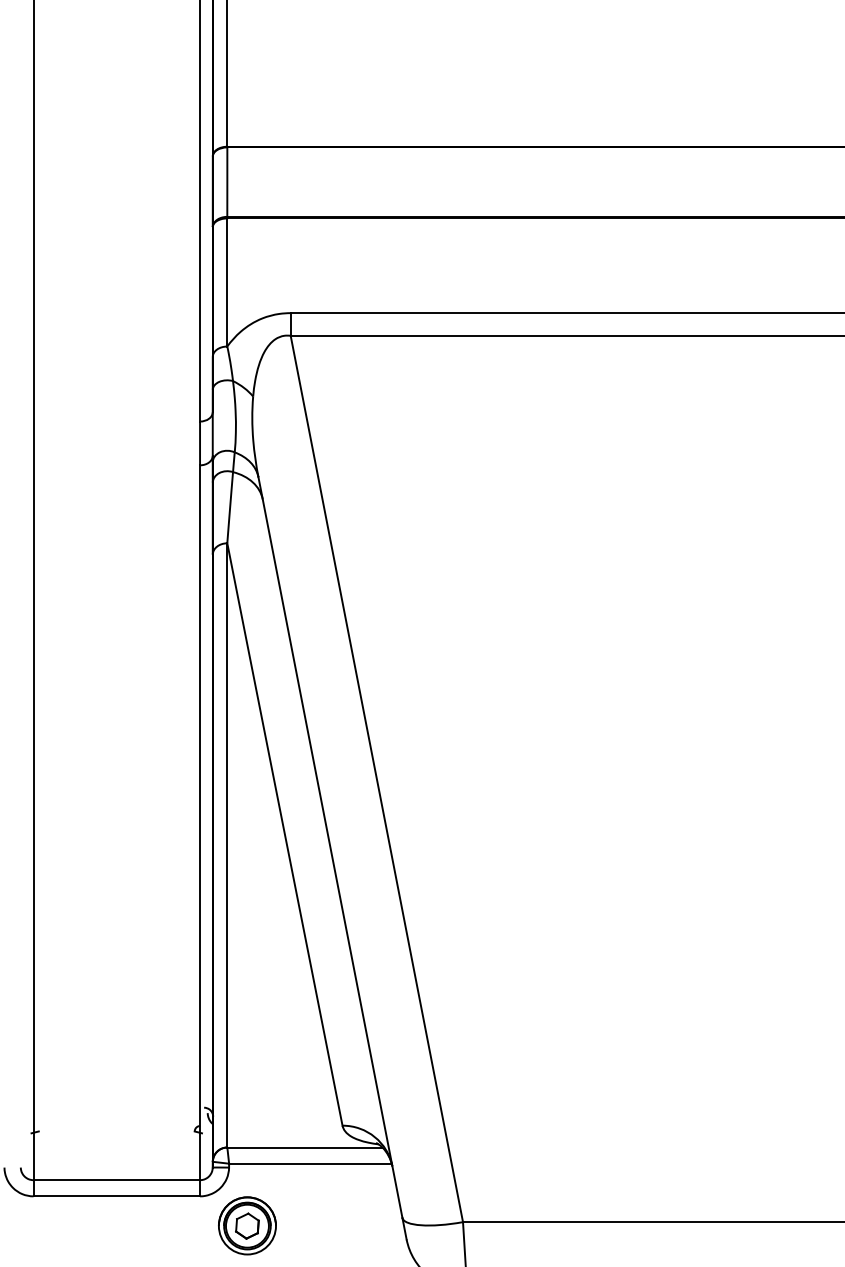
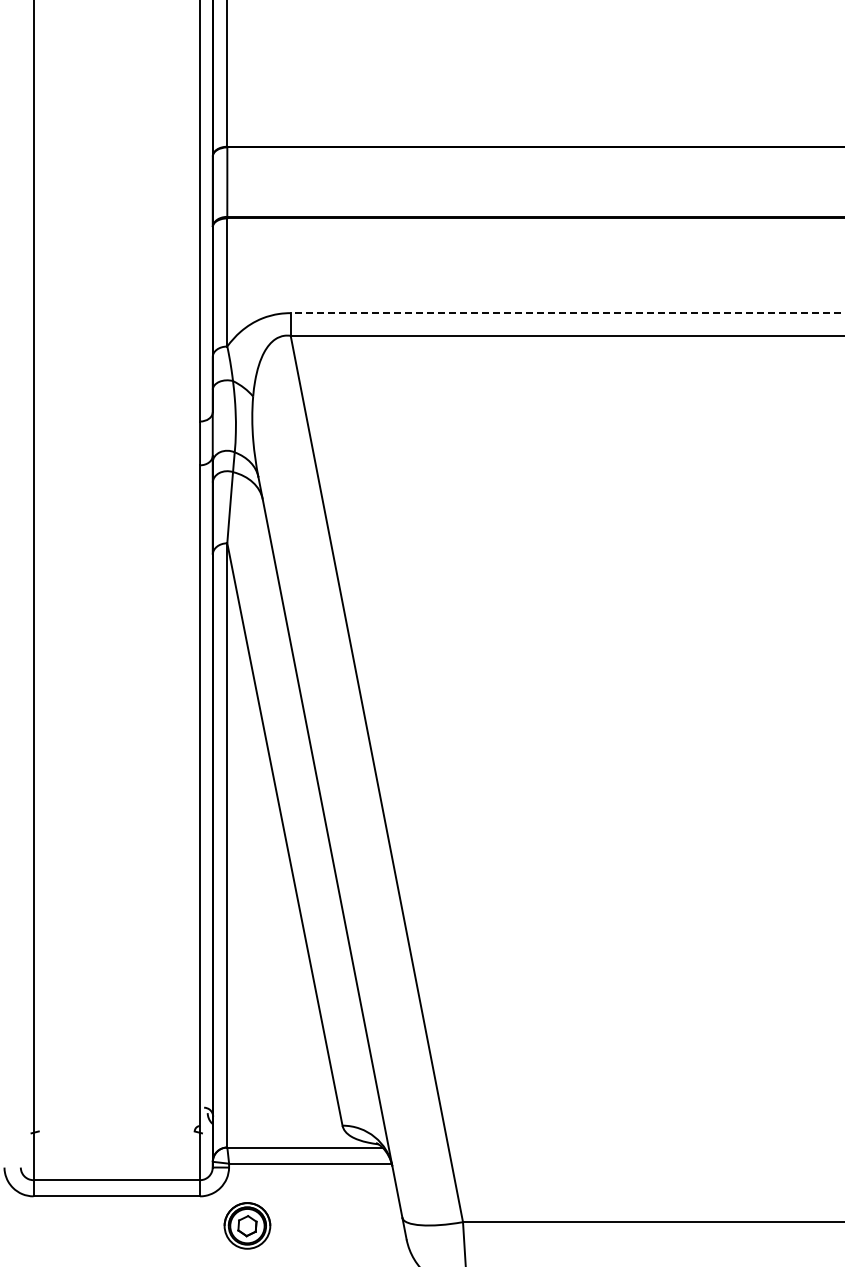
line at (567, 313): solid -> dashed
part at (247, 1225) size: 59x60 px -> 49x48 px
